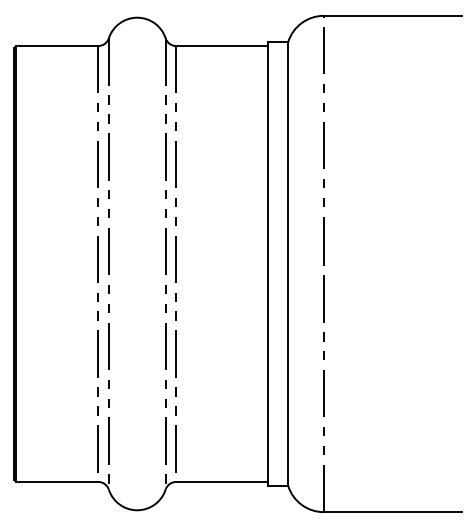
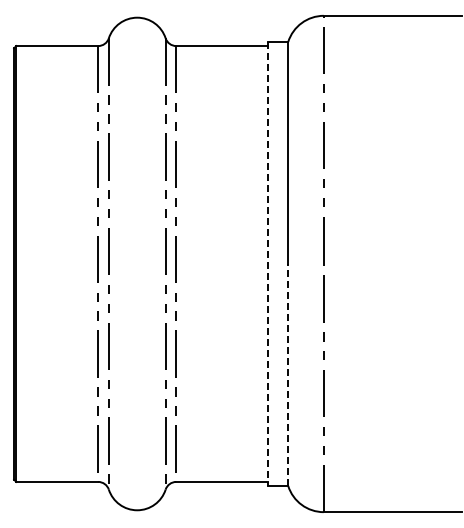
line at (267, 264): solid -> dashed
line at (288, 374): solid -> dashed
